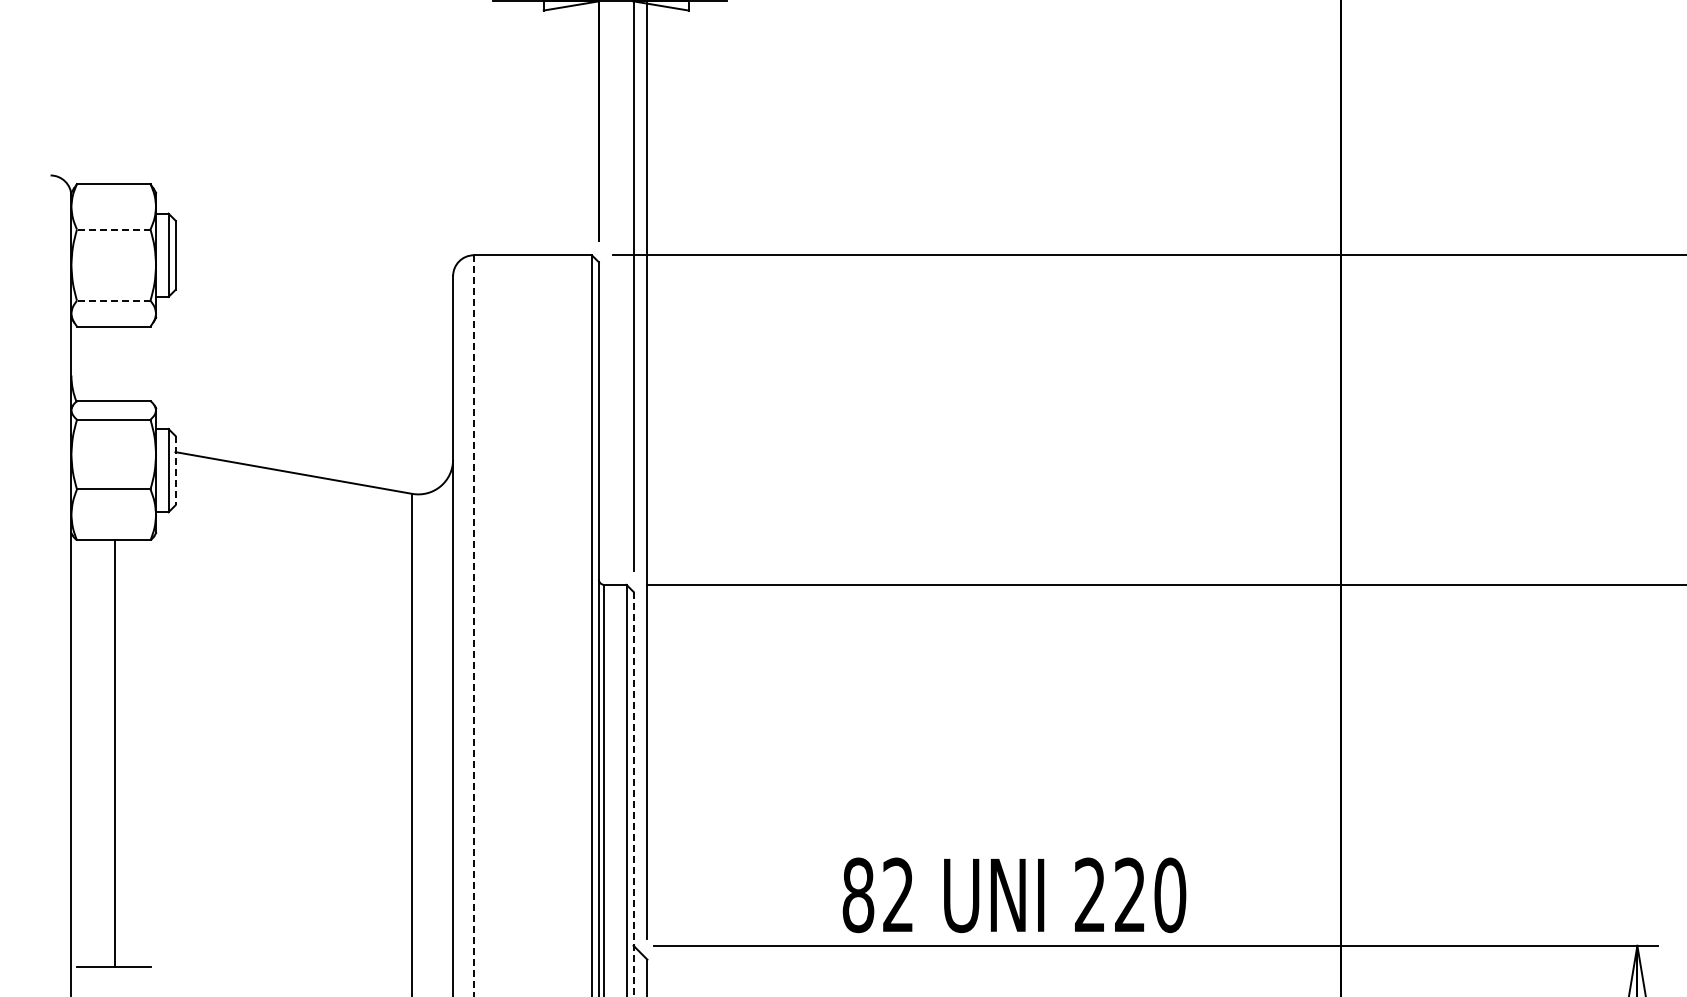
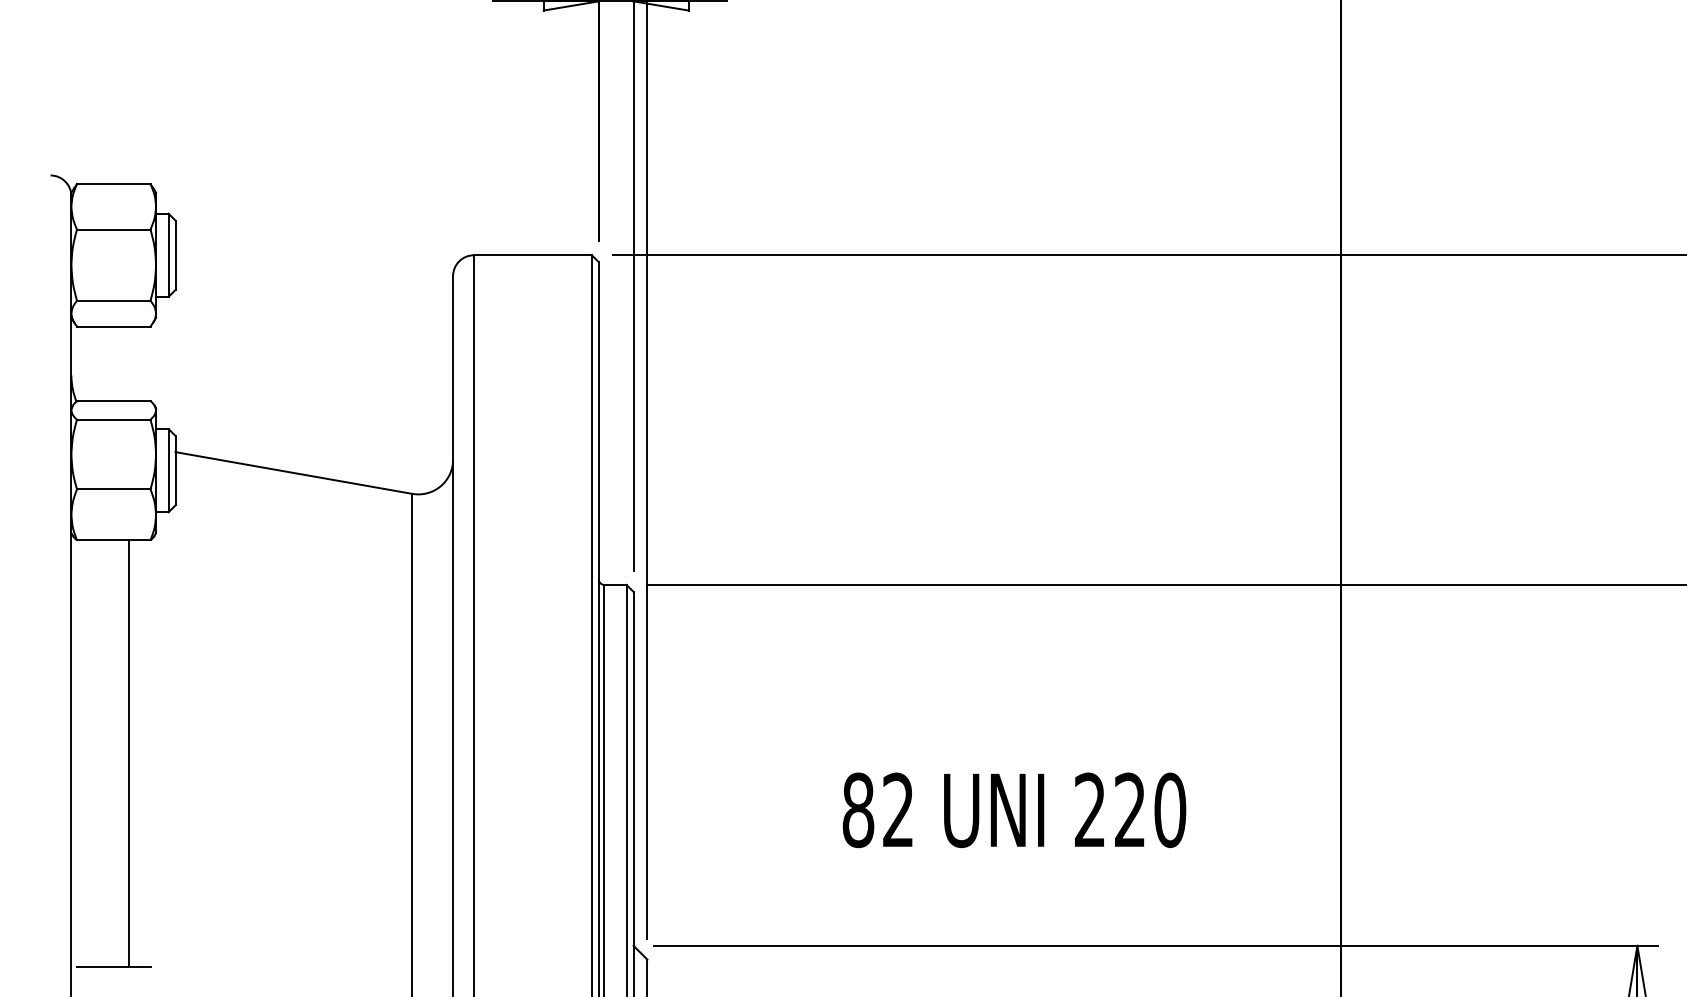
line at (113, 229): dashed -> solid
line at (113, 300): dashed -> solid
line at (175, 470): dashed -> solid
line at (473, 626): dashed -> solid
line at (114, 753) position: (114, 753) -> (128, 753)
line at (633, 794): dashed -> solid
text at (1014, 895) position: (1014, 895) -> (1014, 810)
